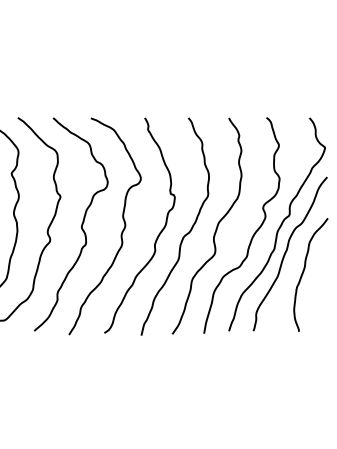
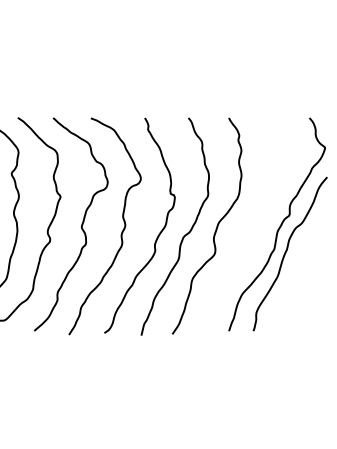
curve at (253, 233): present -> none
curve at (304, 271): present -> none
